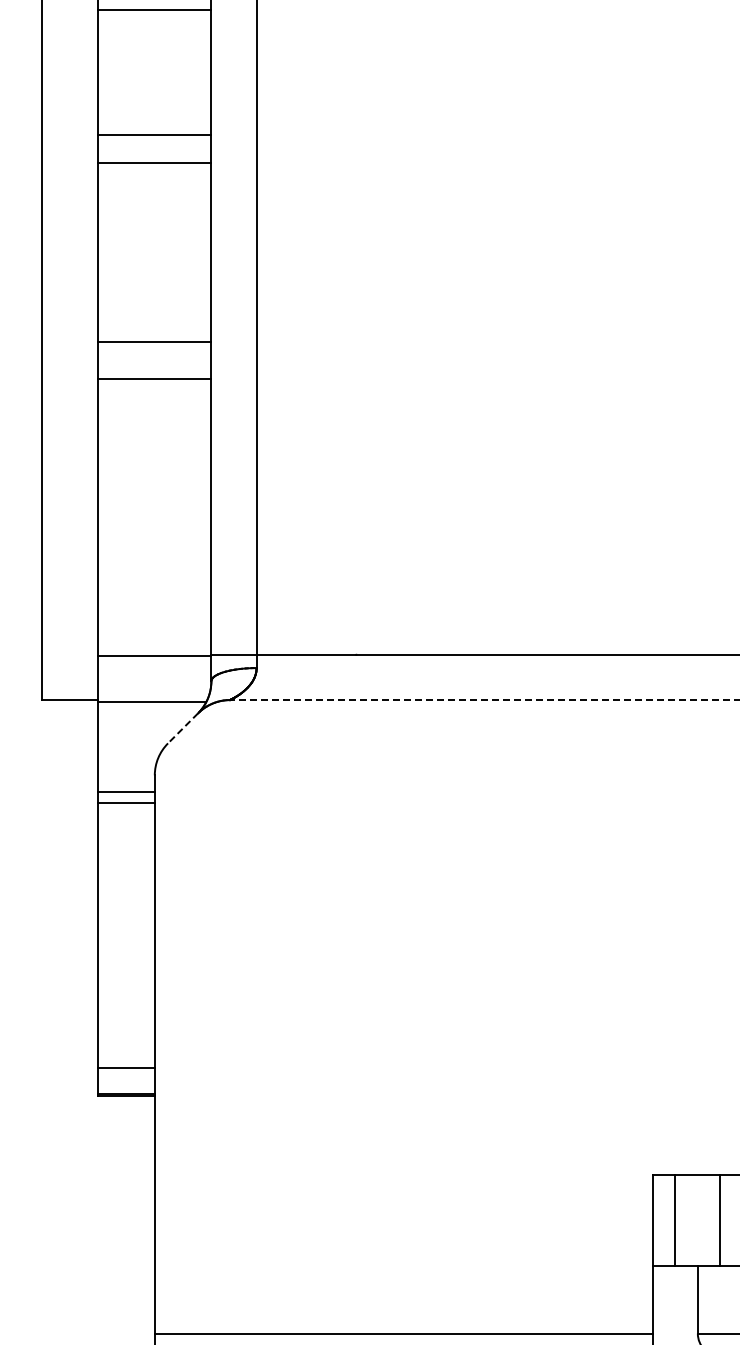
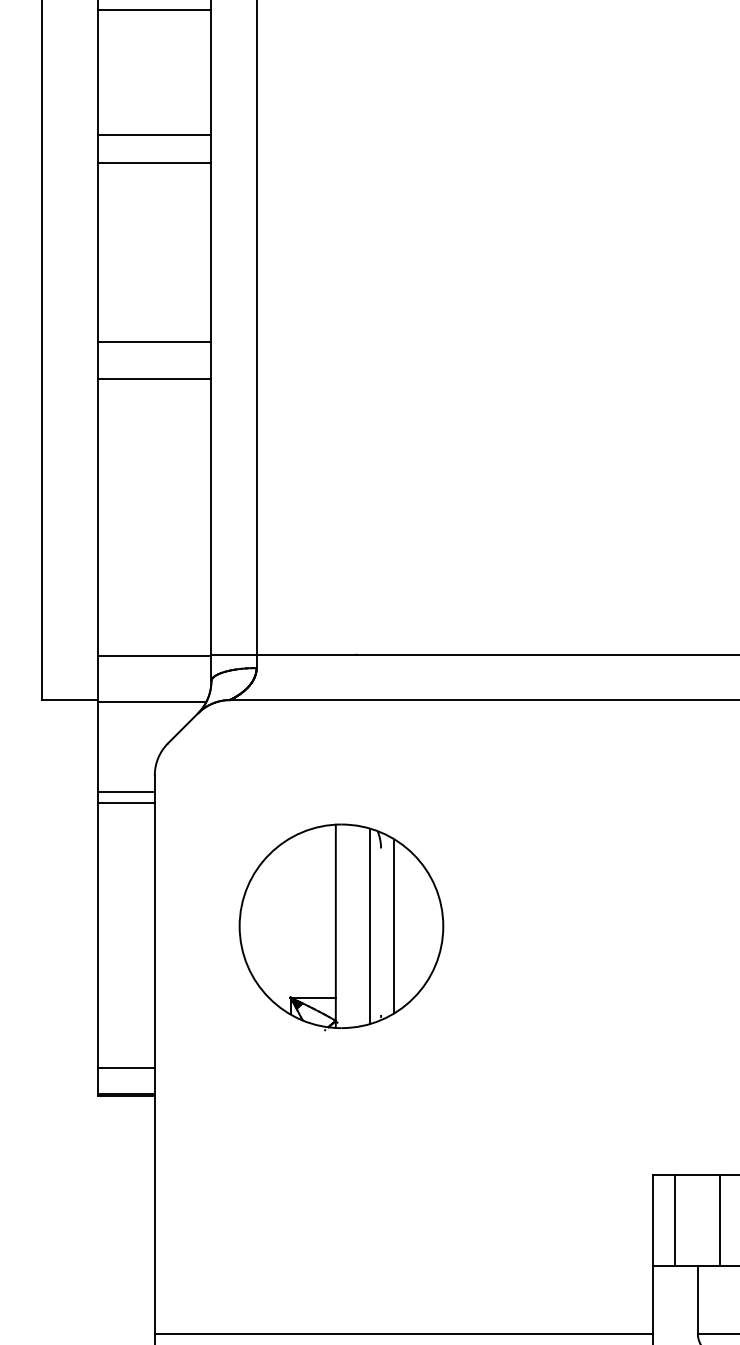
line at (484, 700): dashed -> solid
line at (182, 728): dashed -> solid
part at (341, 927): none -> present
